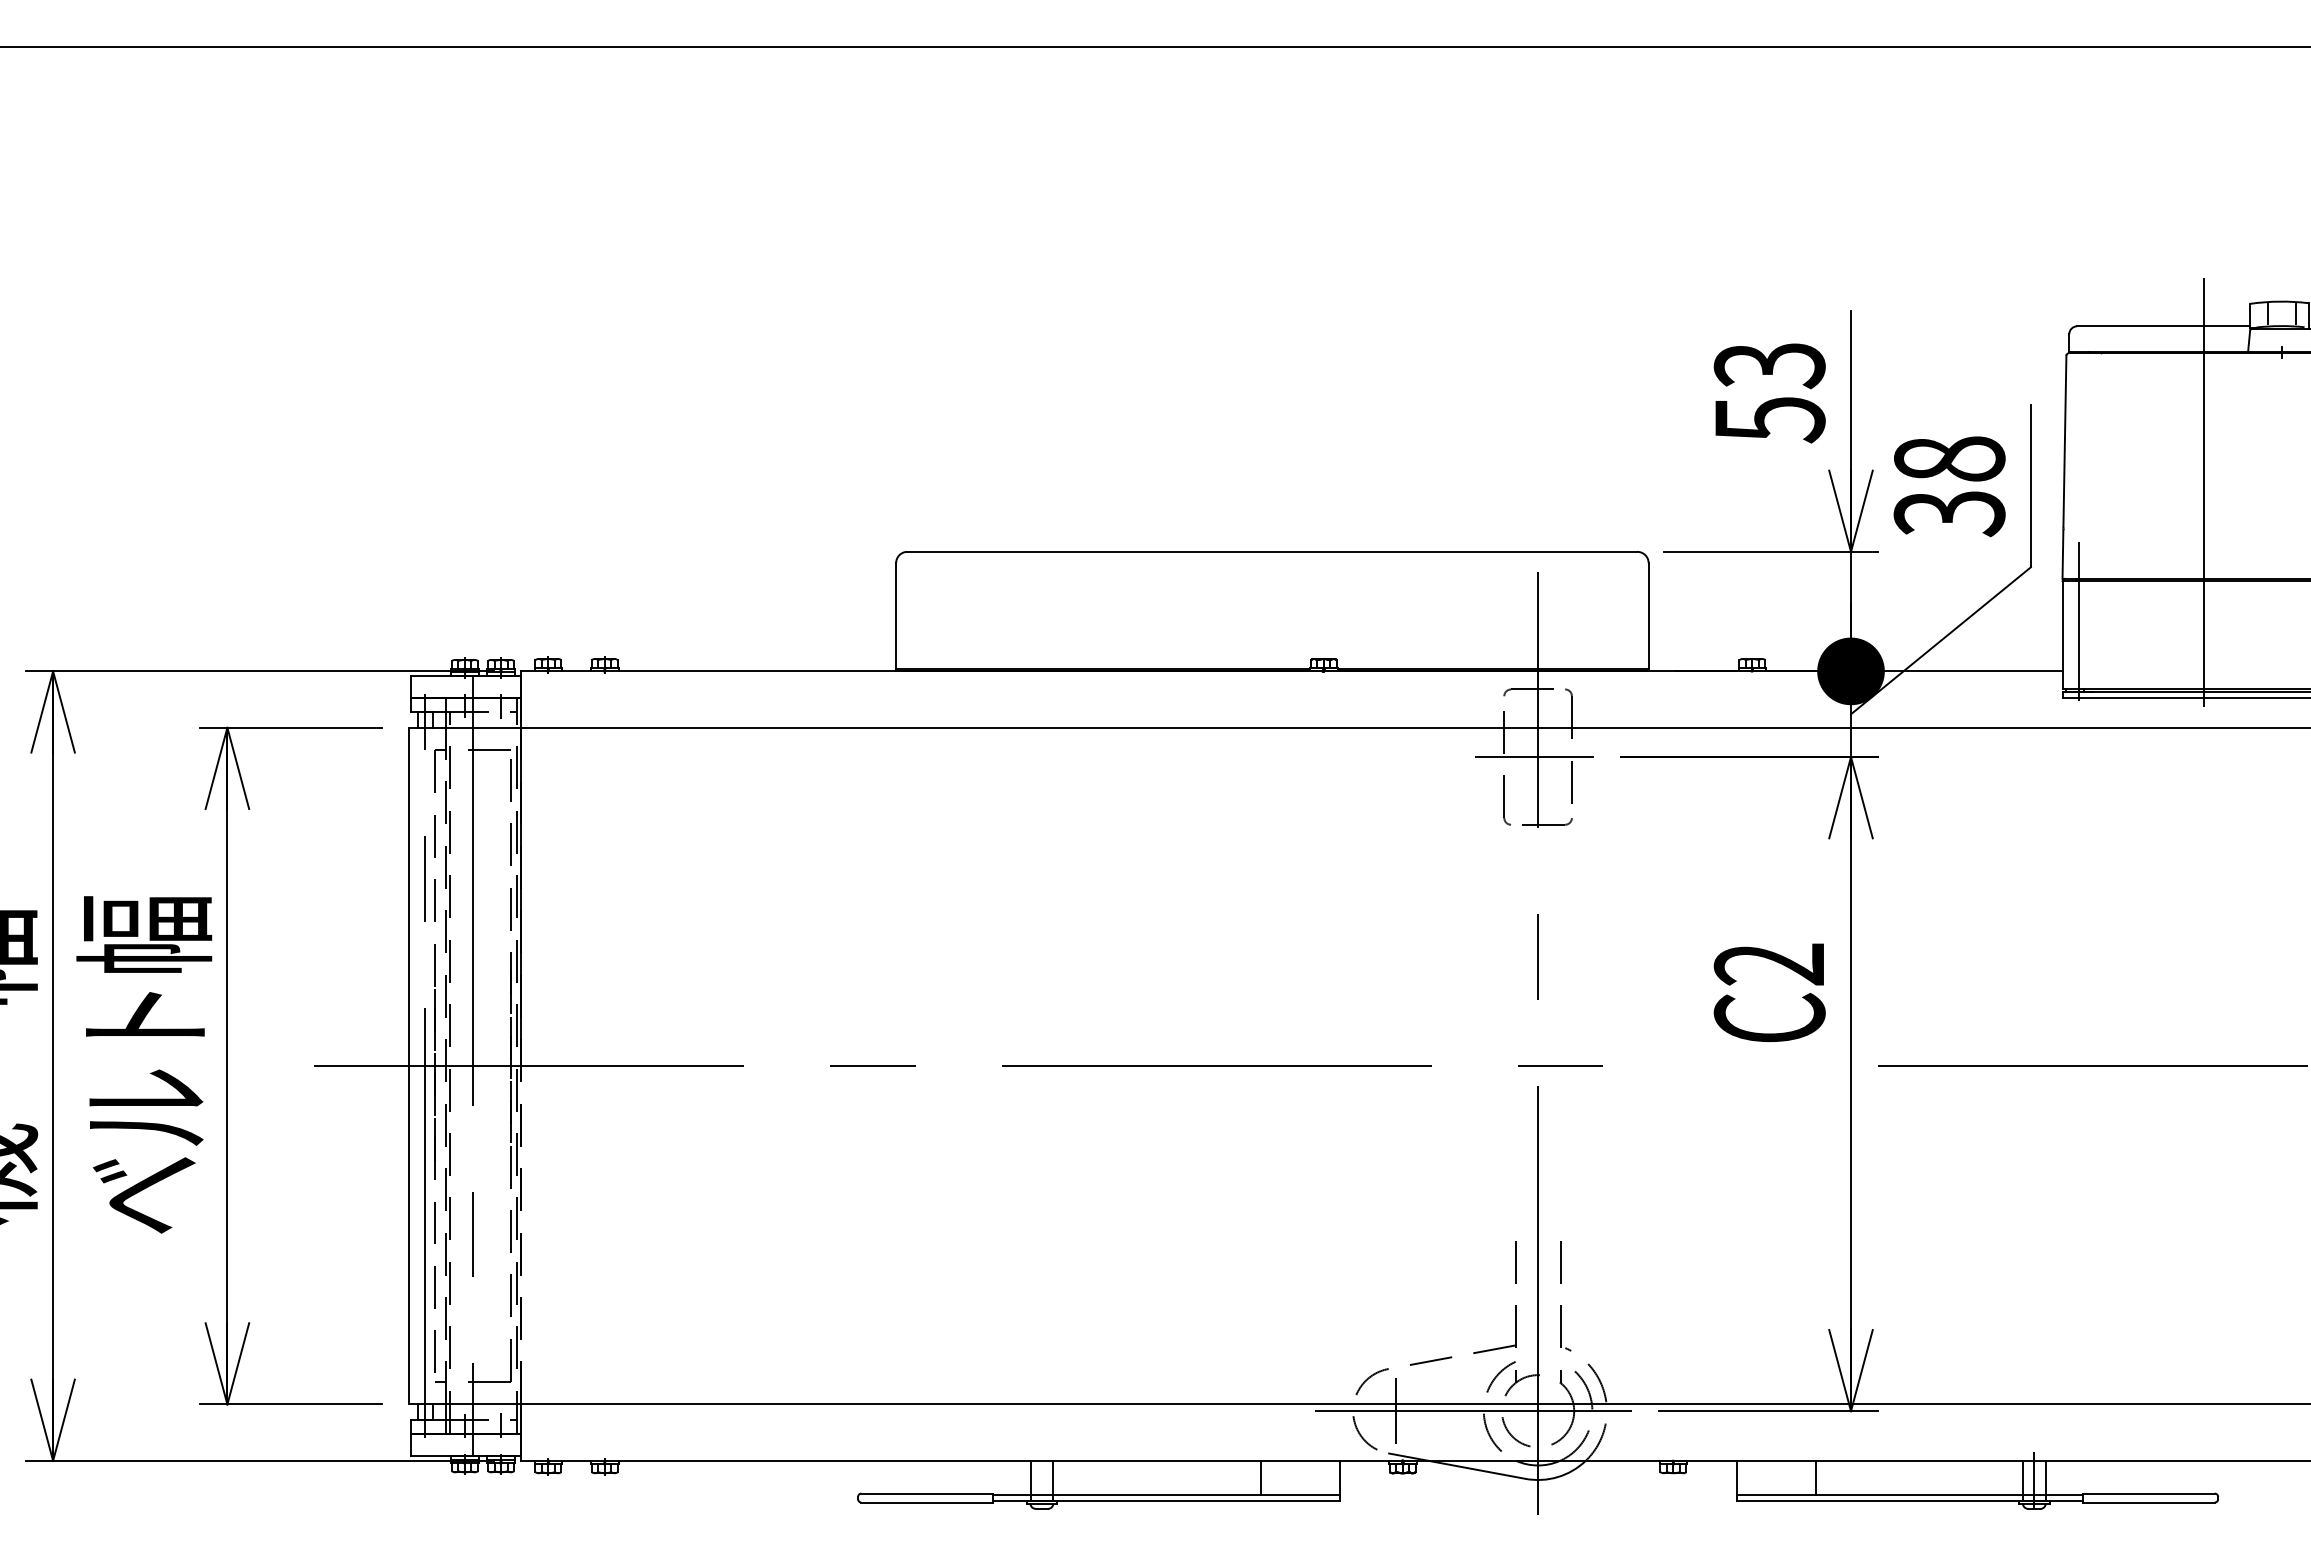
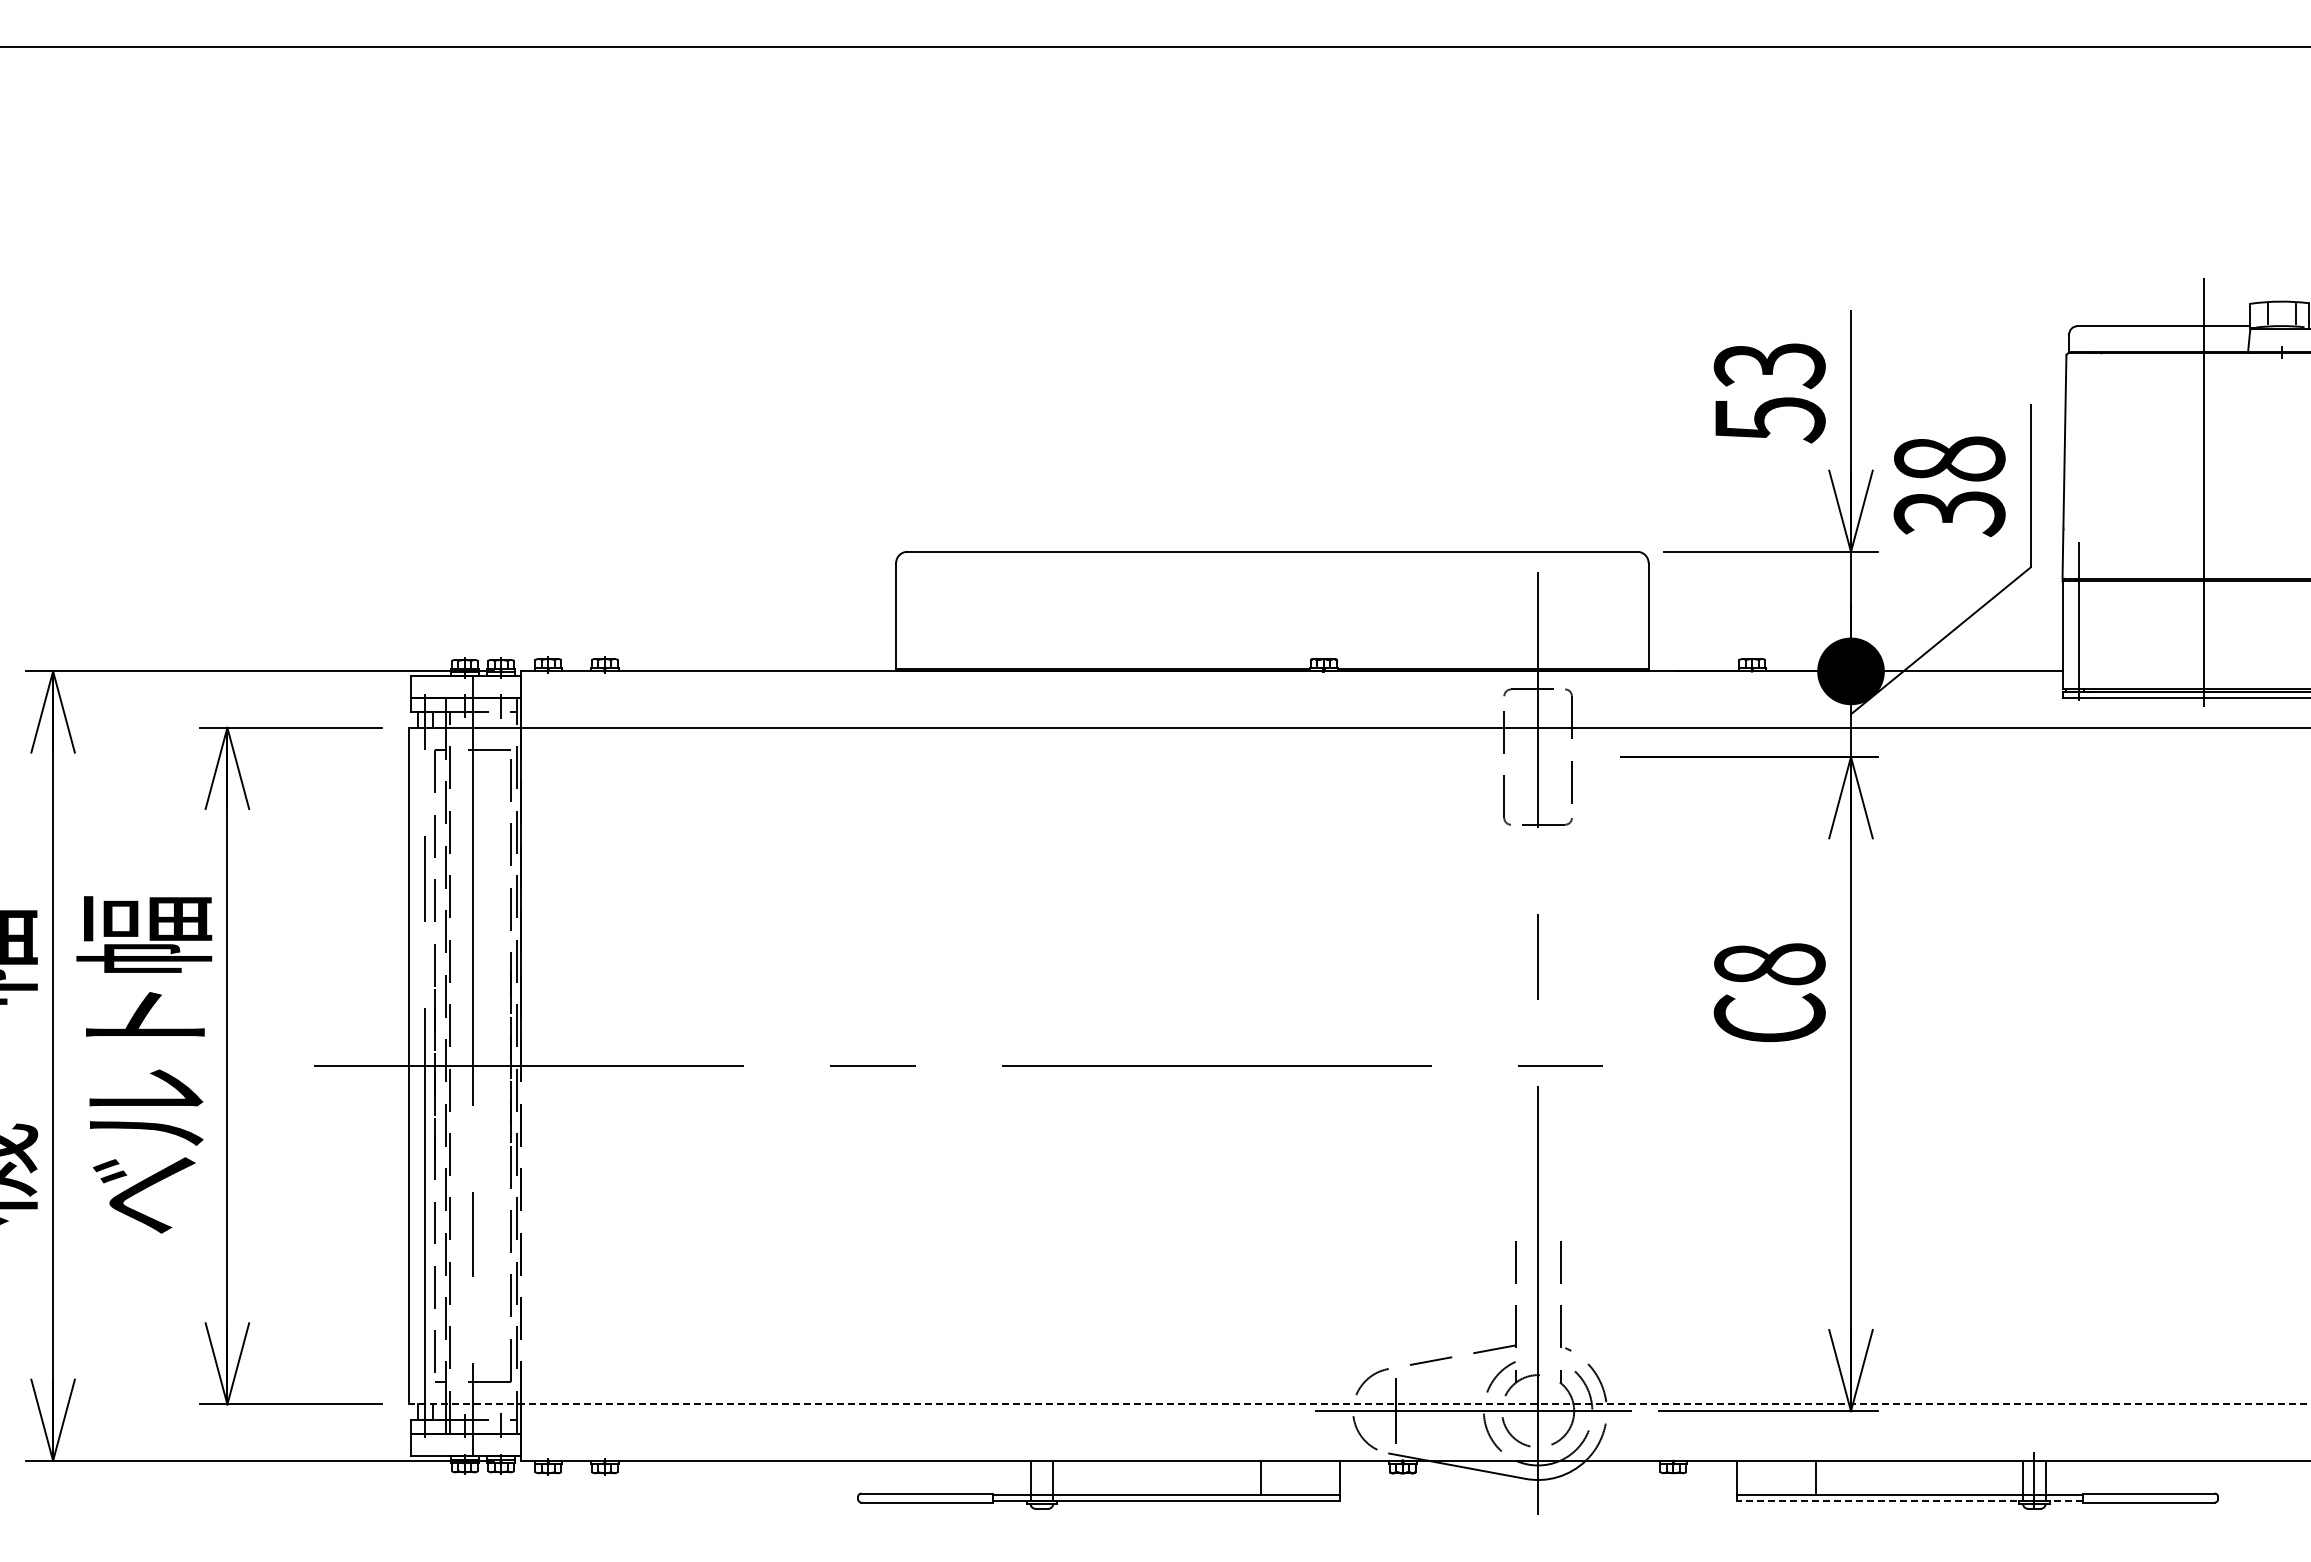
line at (1534, 757): present -> none
text at (1769, 964): C2 -> C8
line at (2092, 1066): present -> none
line at (1360, 1404): solid -> dashed
line at (1909, 1501): solid -> dashed
